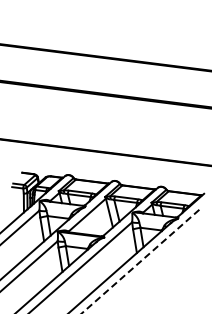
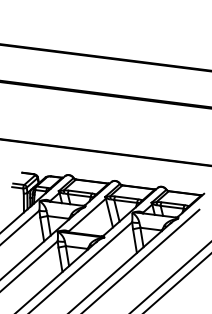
line at (141, 261): dashed -> solid
line at (170, 277): none -> present
line at (177, 283): none -> present
